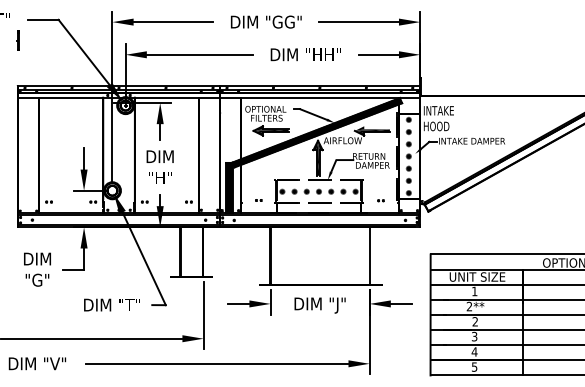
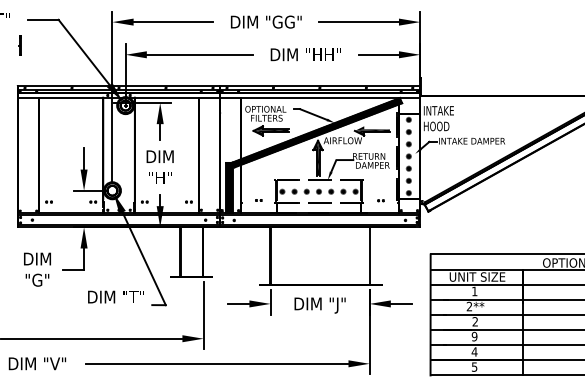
line at (17, 40) position: (17, 40) -> (19, 45)
text at (111, 304) position: (111, 304) -> (115, 296)
text at (474, 336): 3 -> 9
